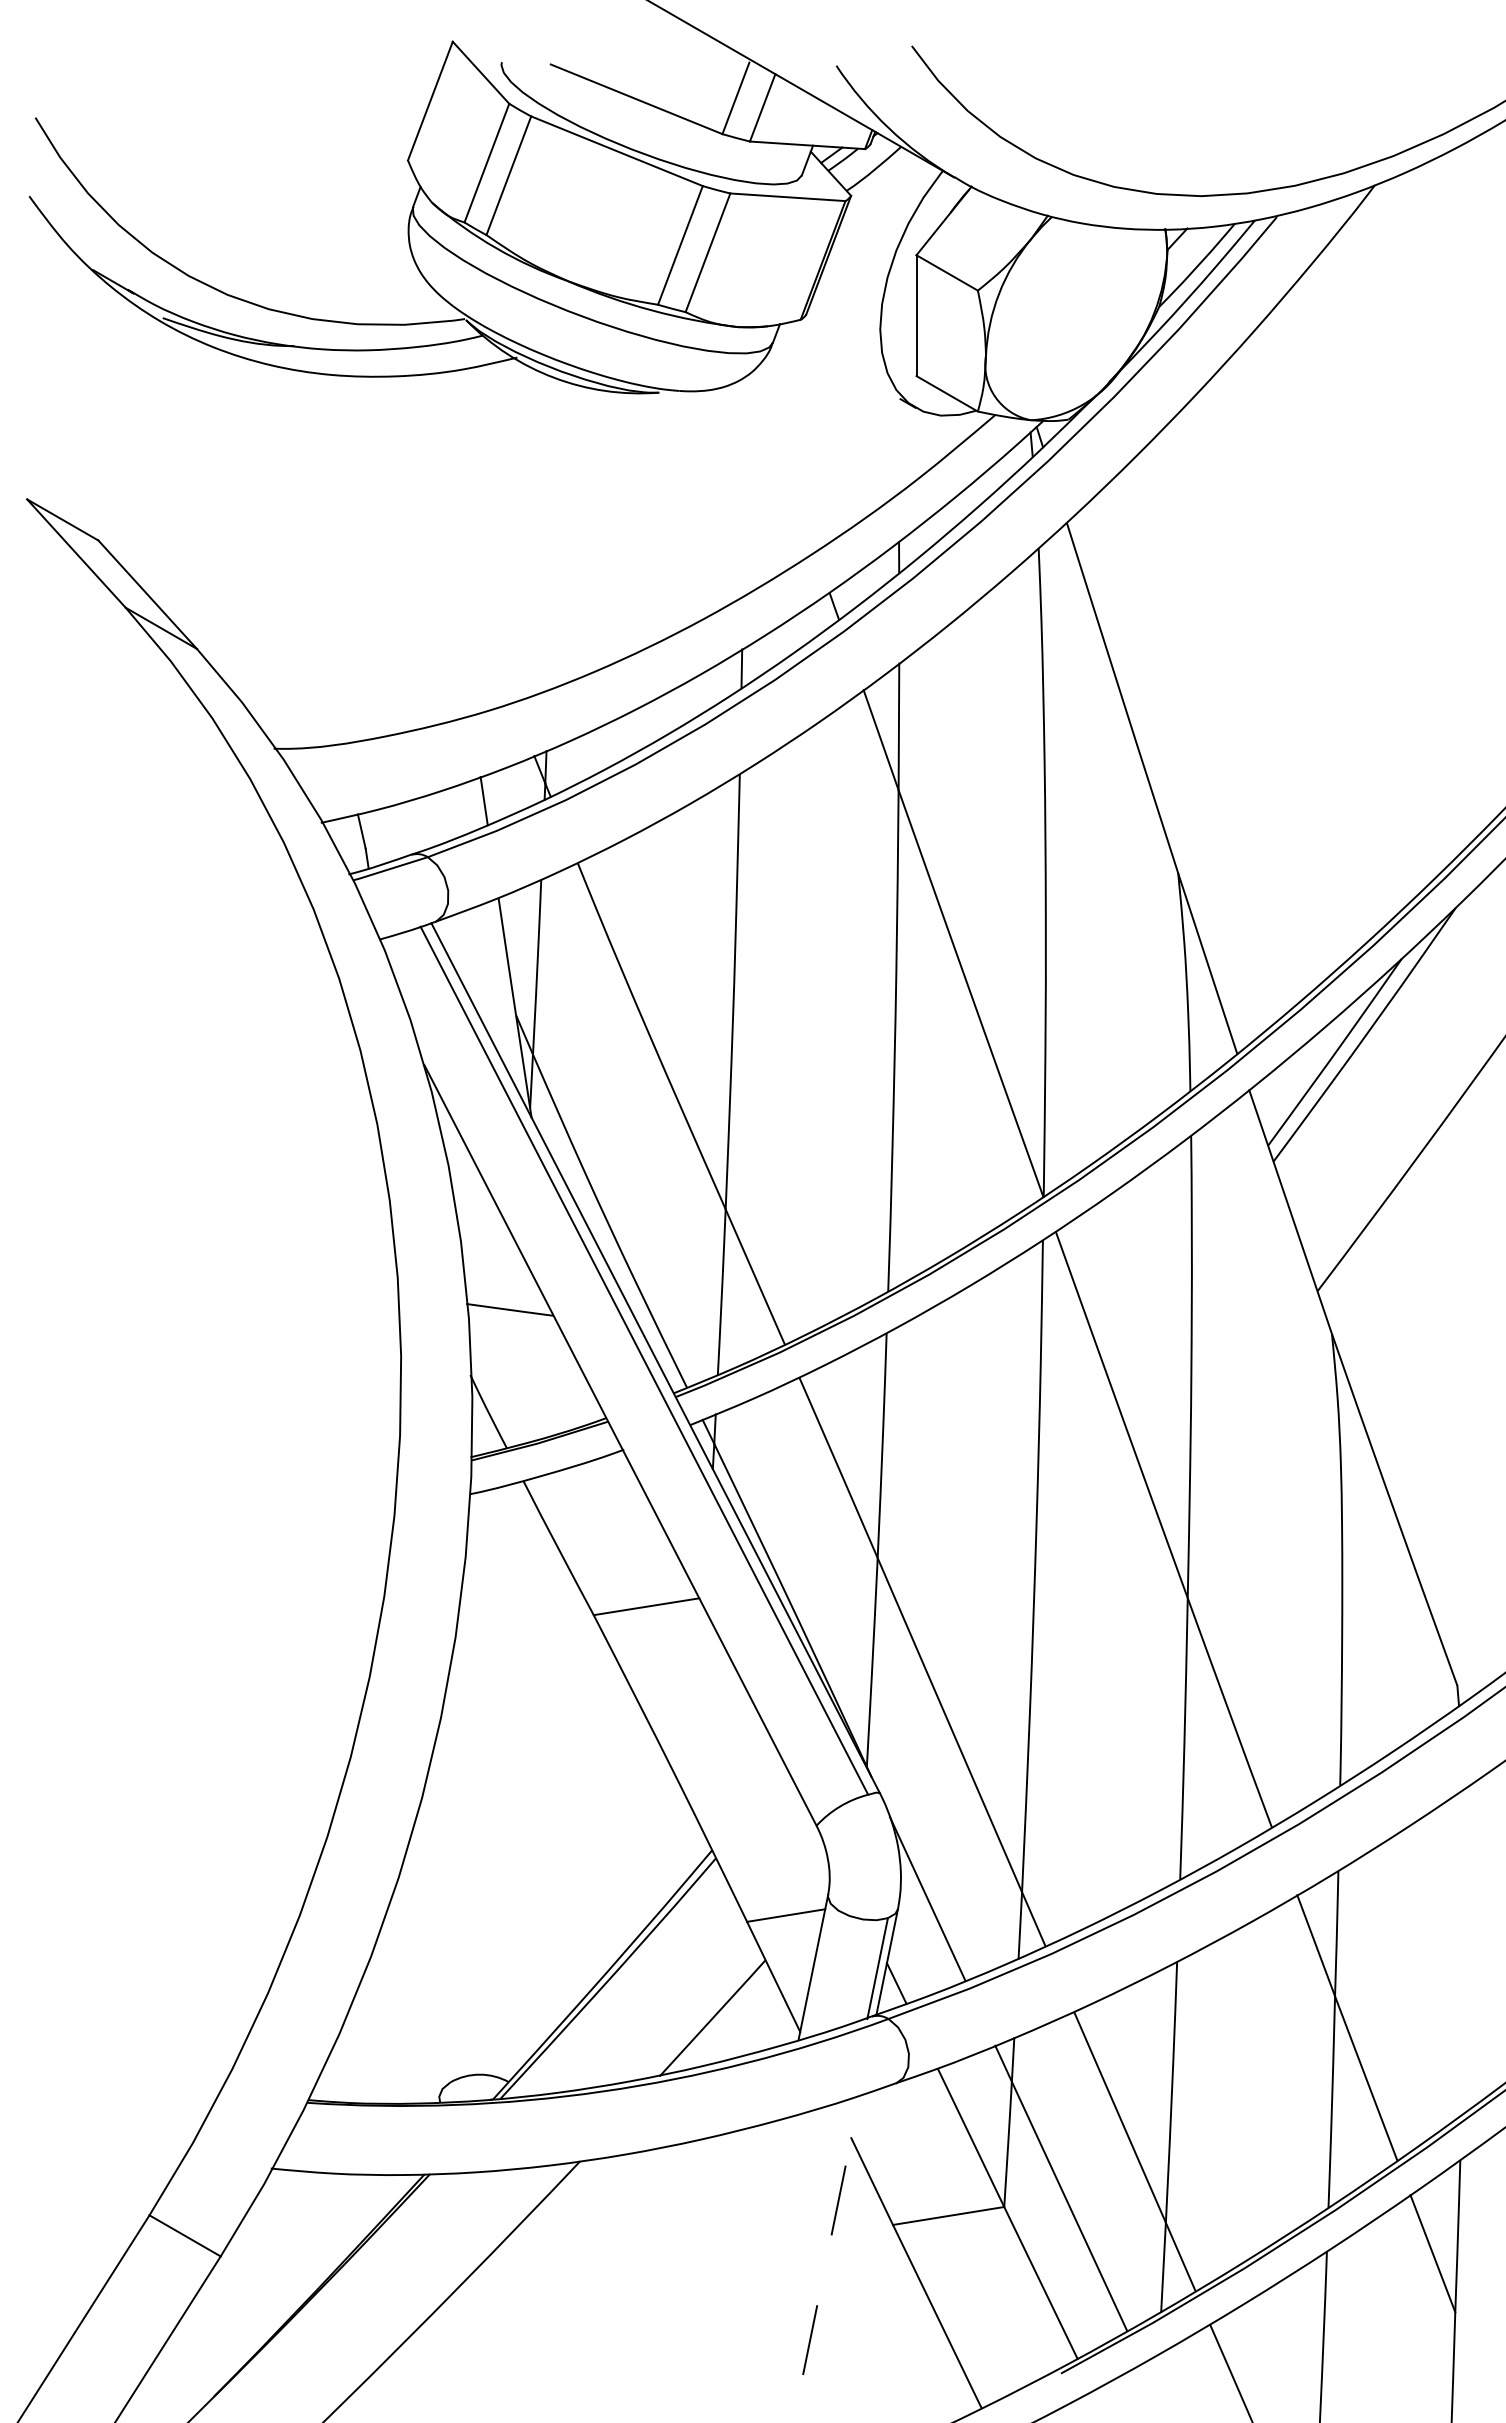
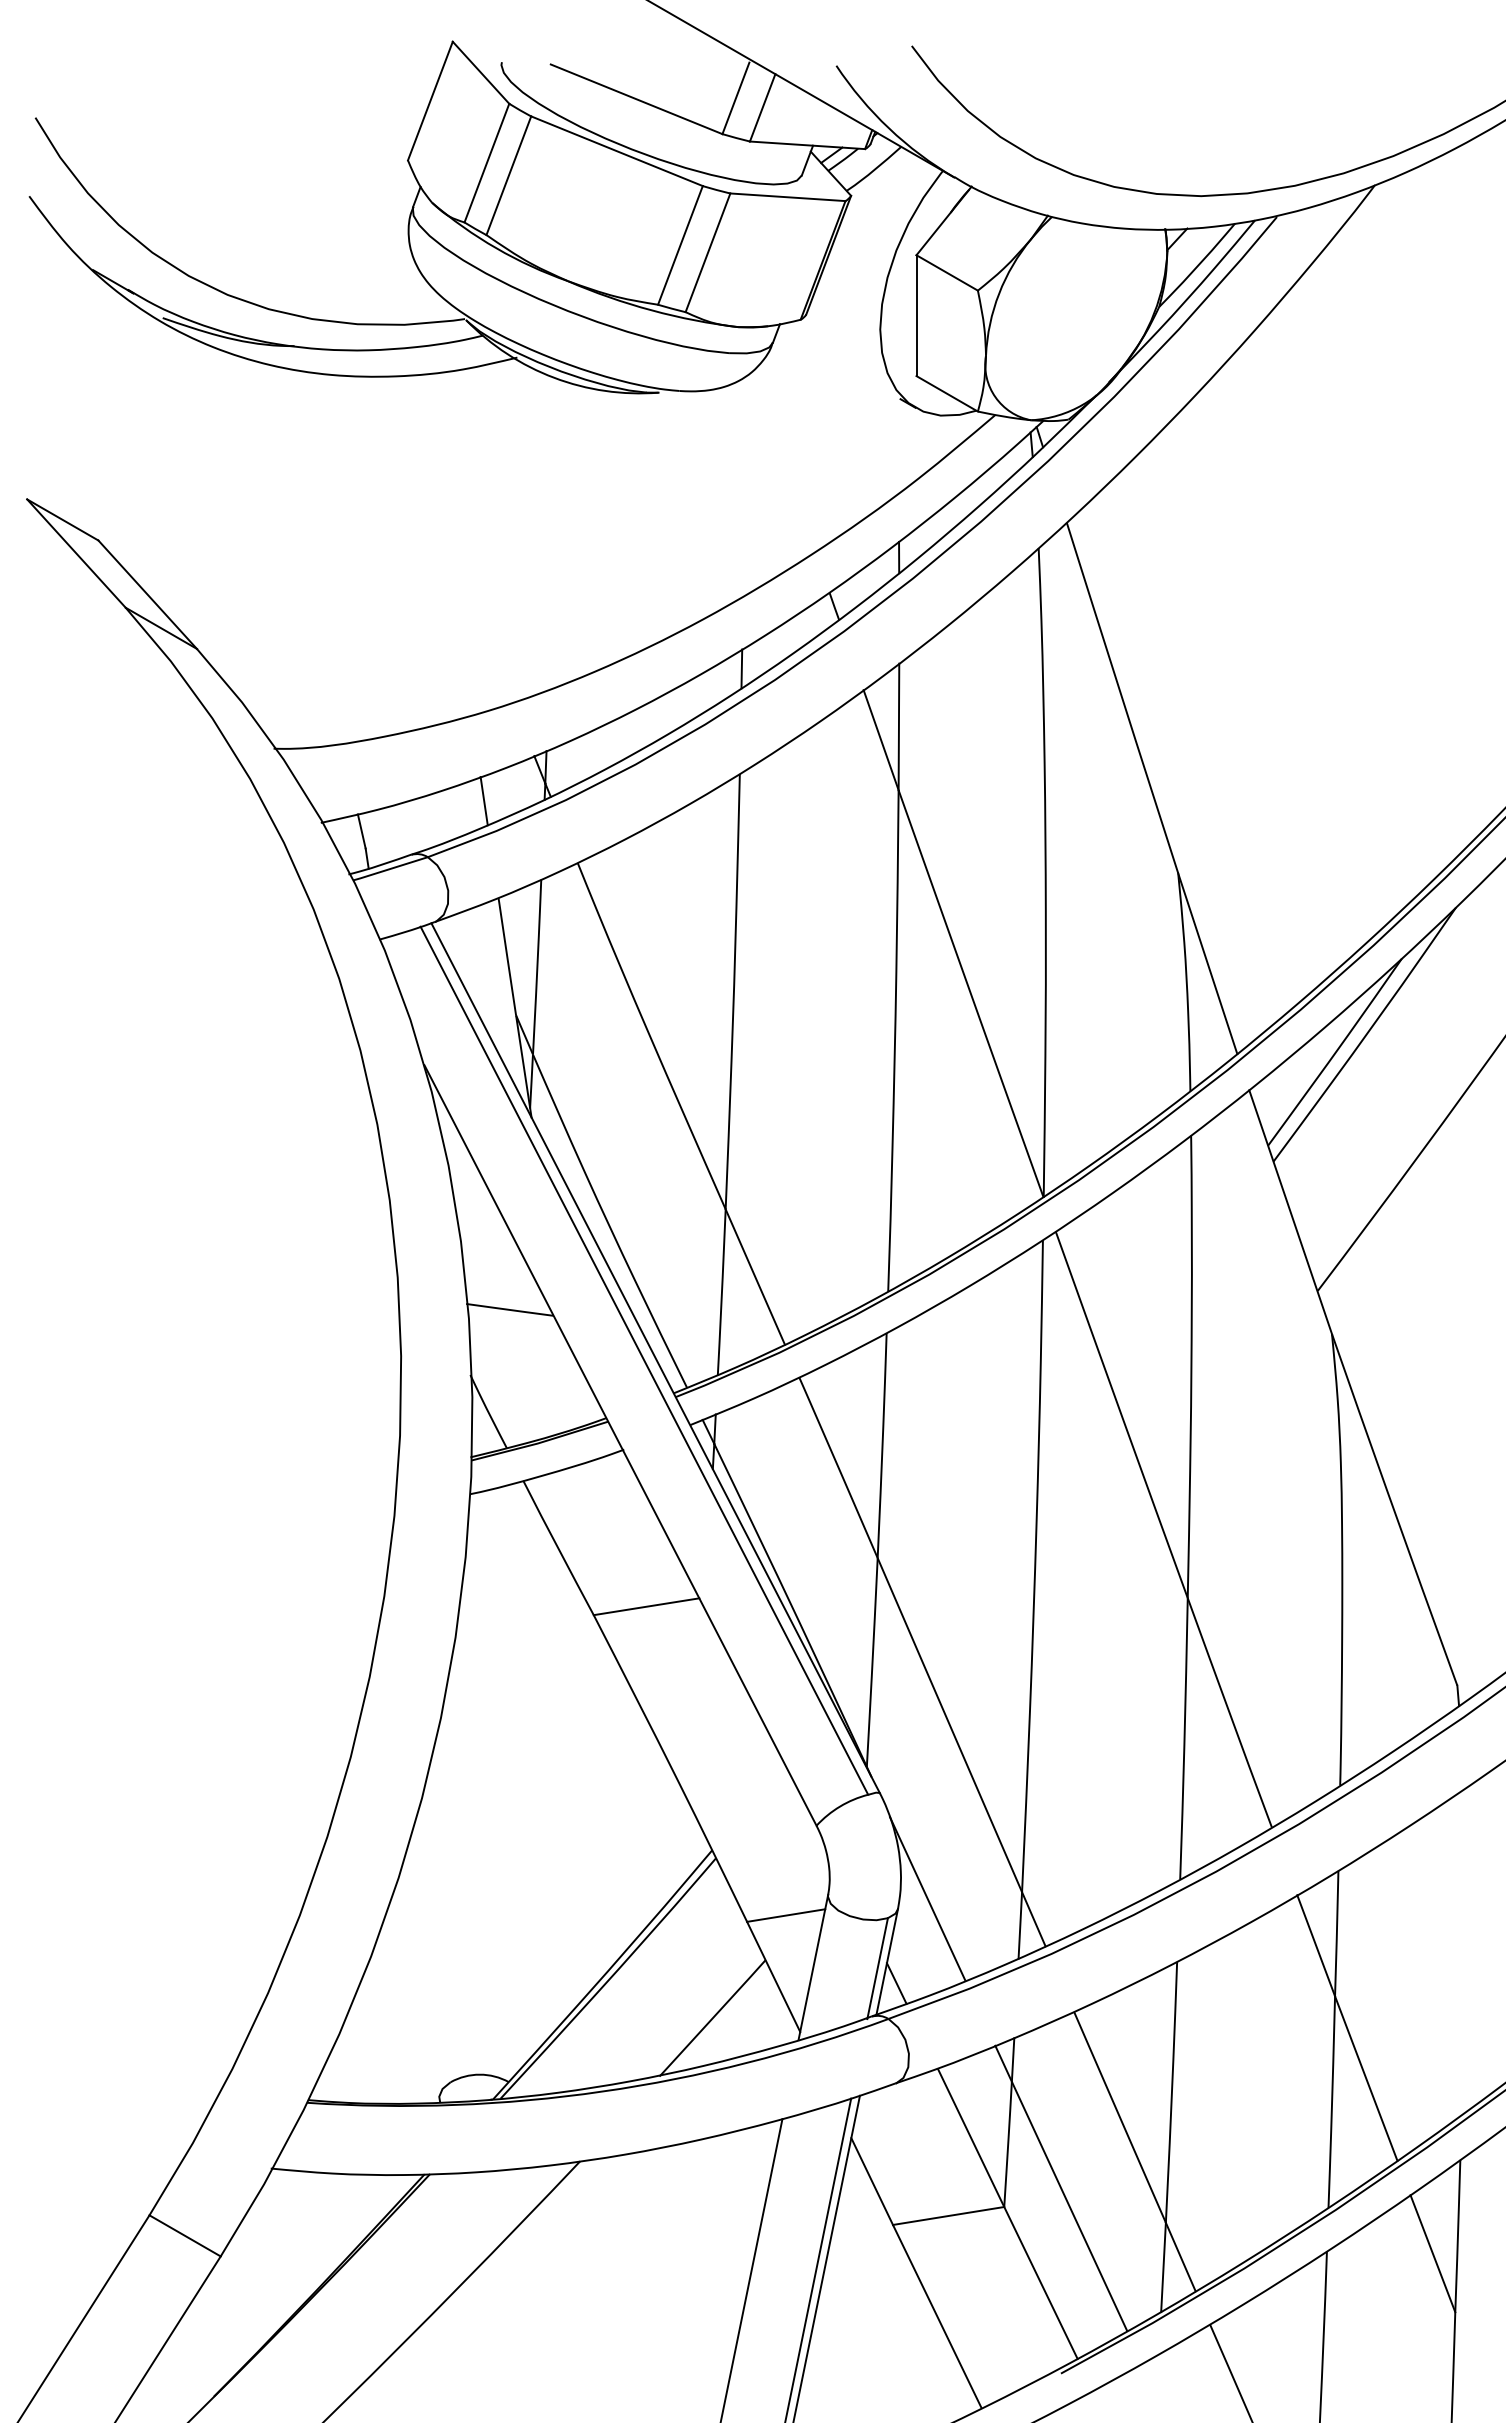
line at (818, 2258): none -> present
line at (826, 2258): dashed -> solid
line at (751, 2269): none -> present
